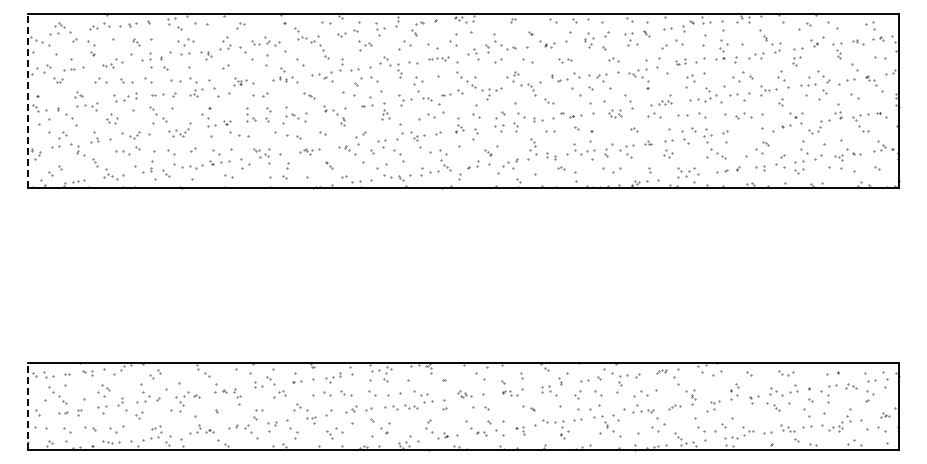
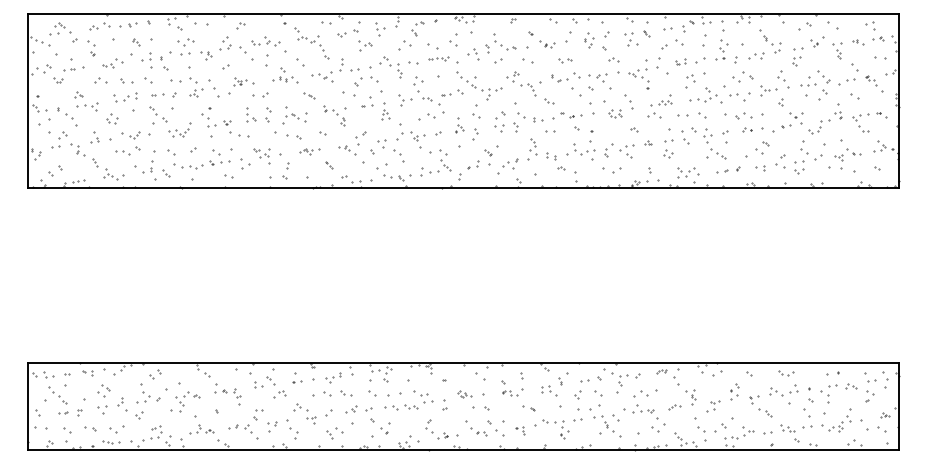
line at (27, 100): dashed -> solid
part at (747, 129): none -> present
line at (27, 406): dashed -> solid
part at (773, 406) position: (773, 406) -> (765, 412)
